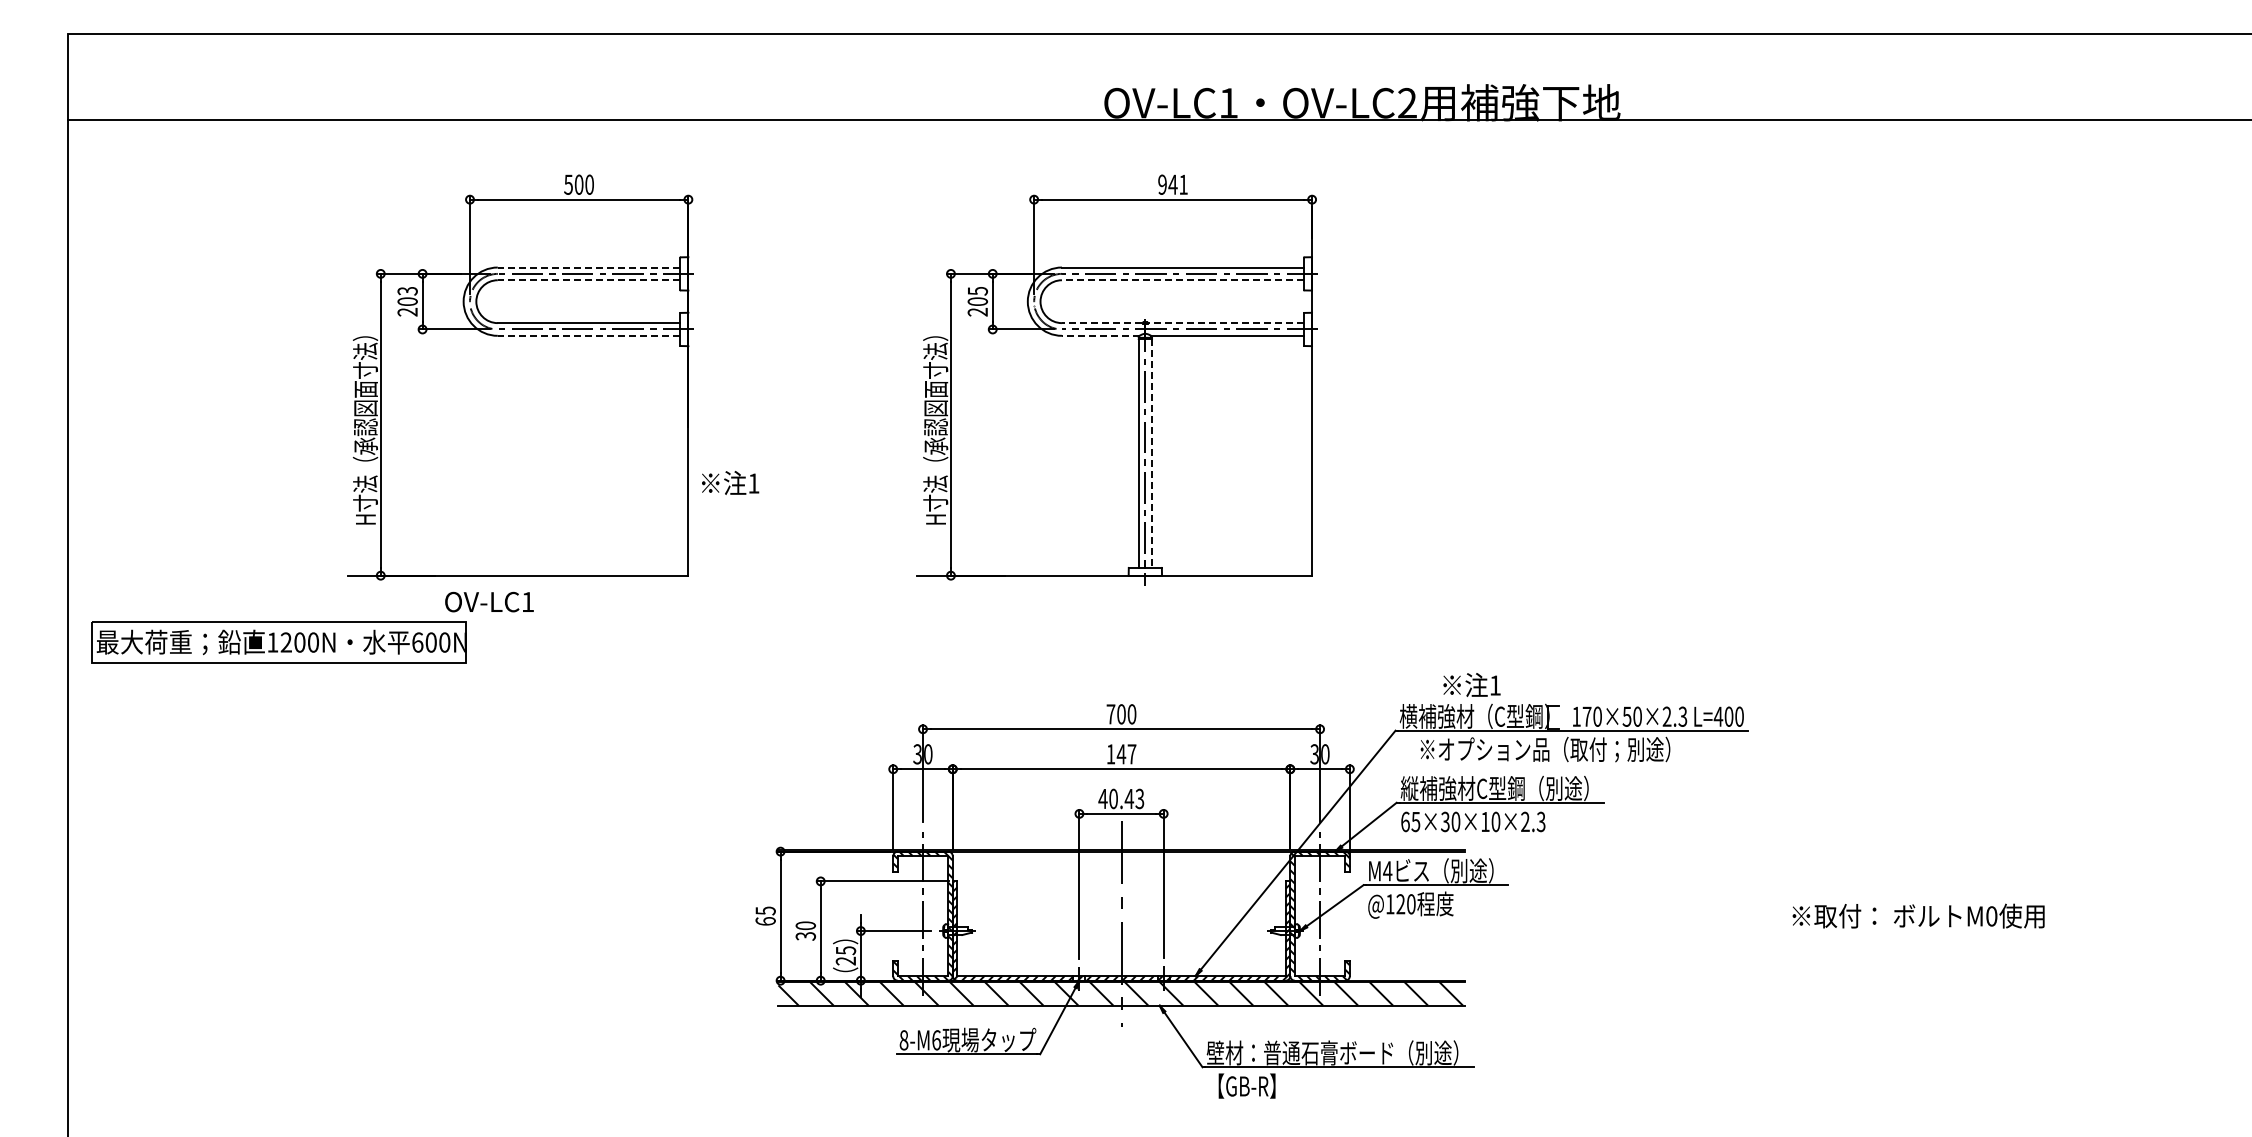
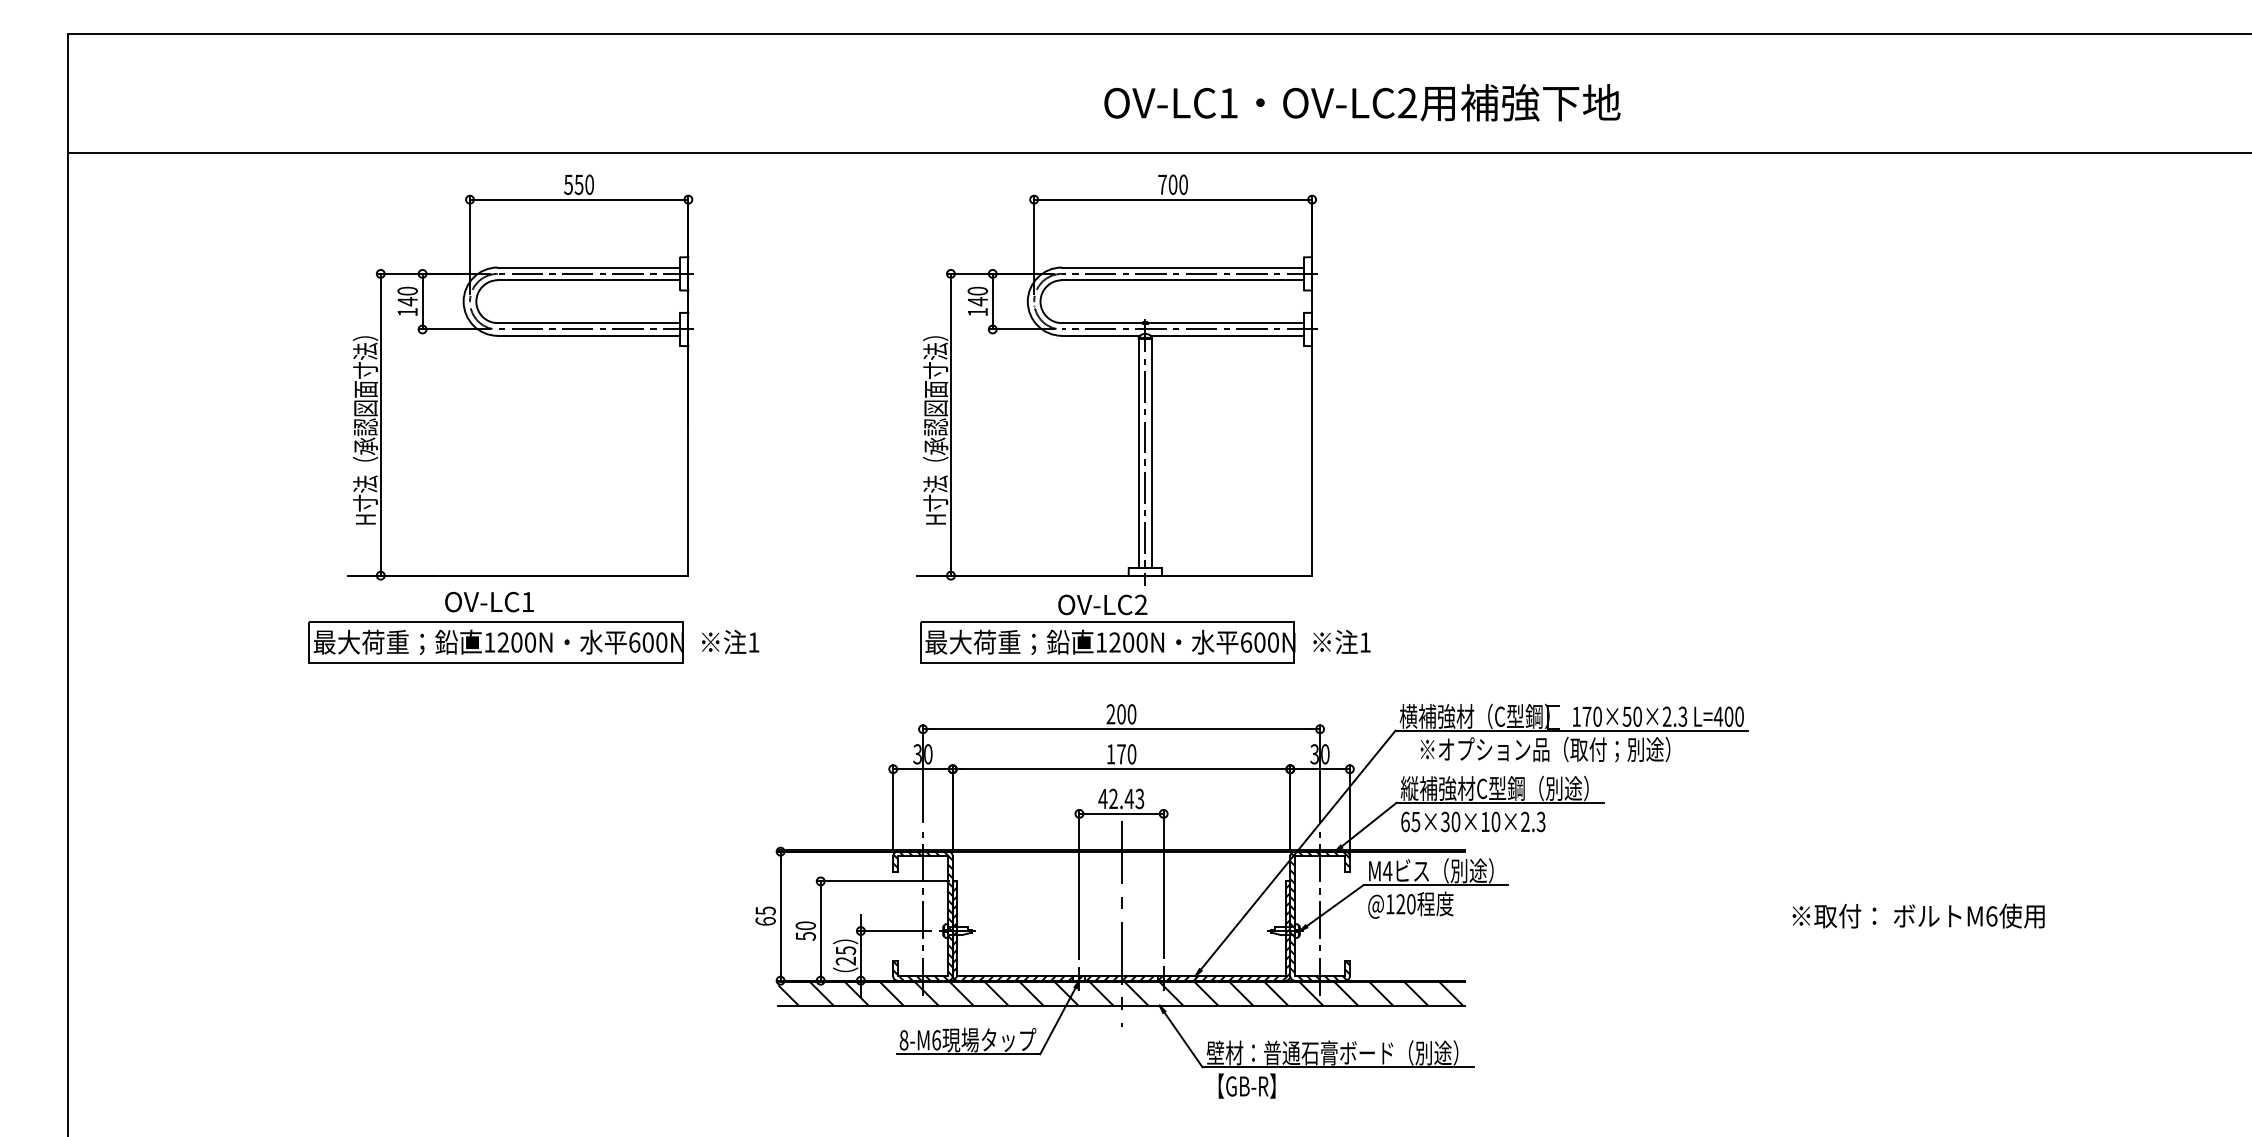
line at (1157, 120) position: (1157, 120) -> (1157, 153)
text at (578, 184): 500 -> 550
text at (1172, 184): 941 -> 700
line at (588, 267): dashed -> solid
line at (588, 280): dashed -> solid
line at (1182, 280): dashed -> solid
text at (407, 301): 203 -> 140
text at (977, 301): 205 -> 140
line at (1101, 323): dashed -> solid
line at (1226, 323): dashed -> solid
line at (588, 335): dashed -> solid
line at (1100, 335): dashed -> solid
line at (1151, 453): dashed -> solid
text at (730, 482) position: (730, 482) -> (730, 641)
part at (1107, 628): none -> present
part at (278, 642) position: (278, 642) -> (495, 642)
text at (1471, 684) position: (1471, 684) -> (1341, 641)
text at (1110, 714): 700 -> 200
text at (1126, 754): 147 -> 170
text at (1113, 798): 40.43 -> 42.43
text at (1991, 916): M0 -> M6
text at (805, 936): 30 -> 50
